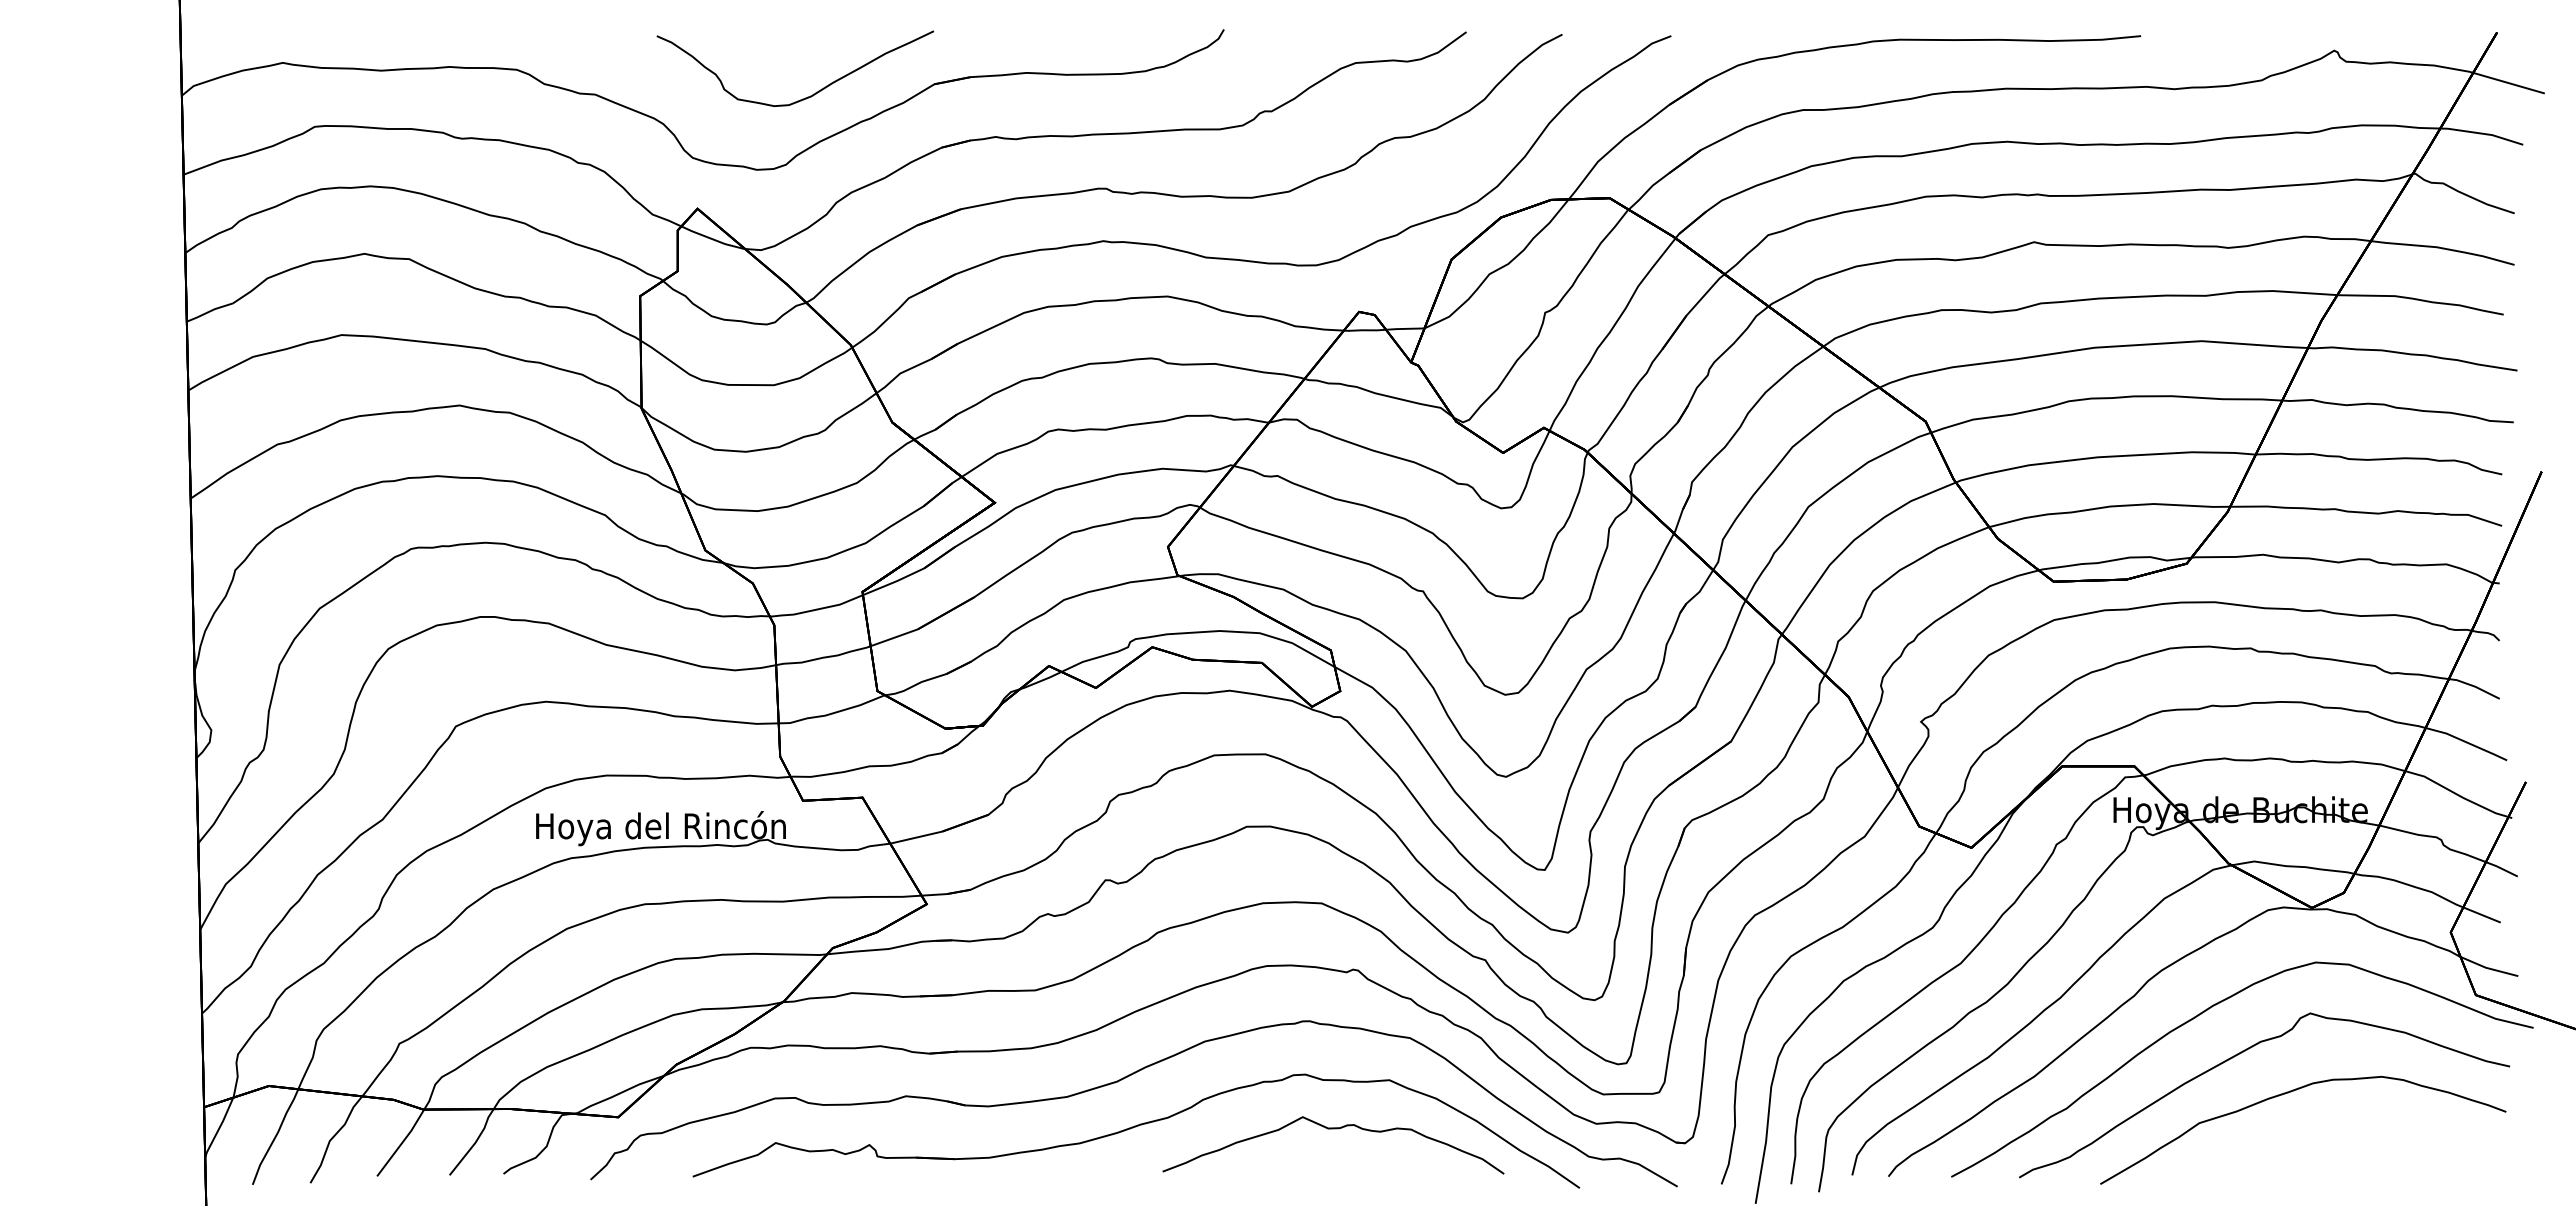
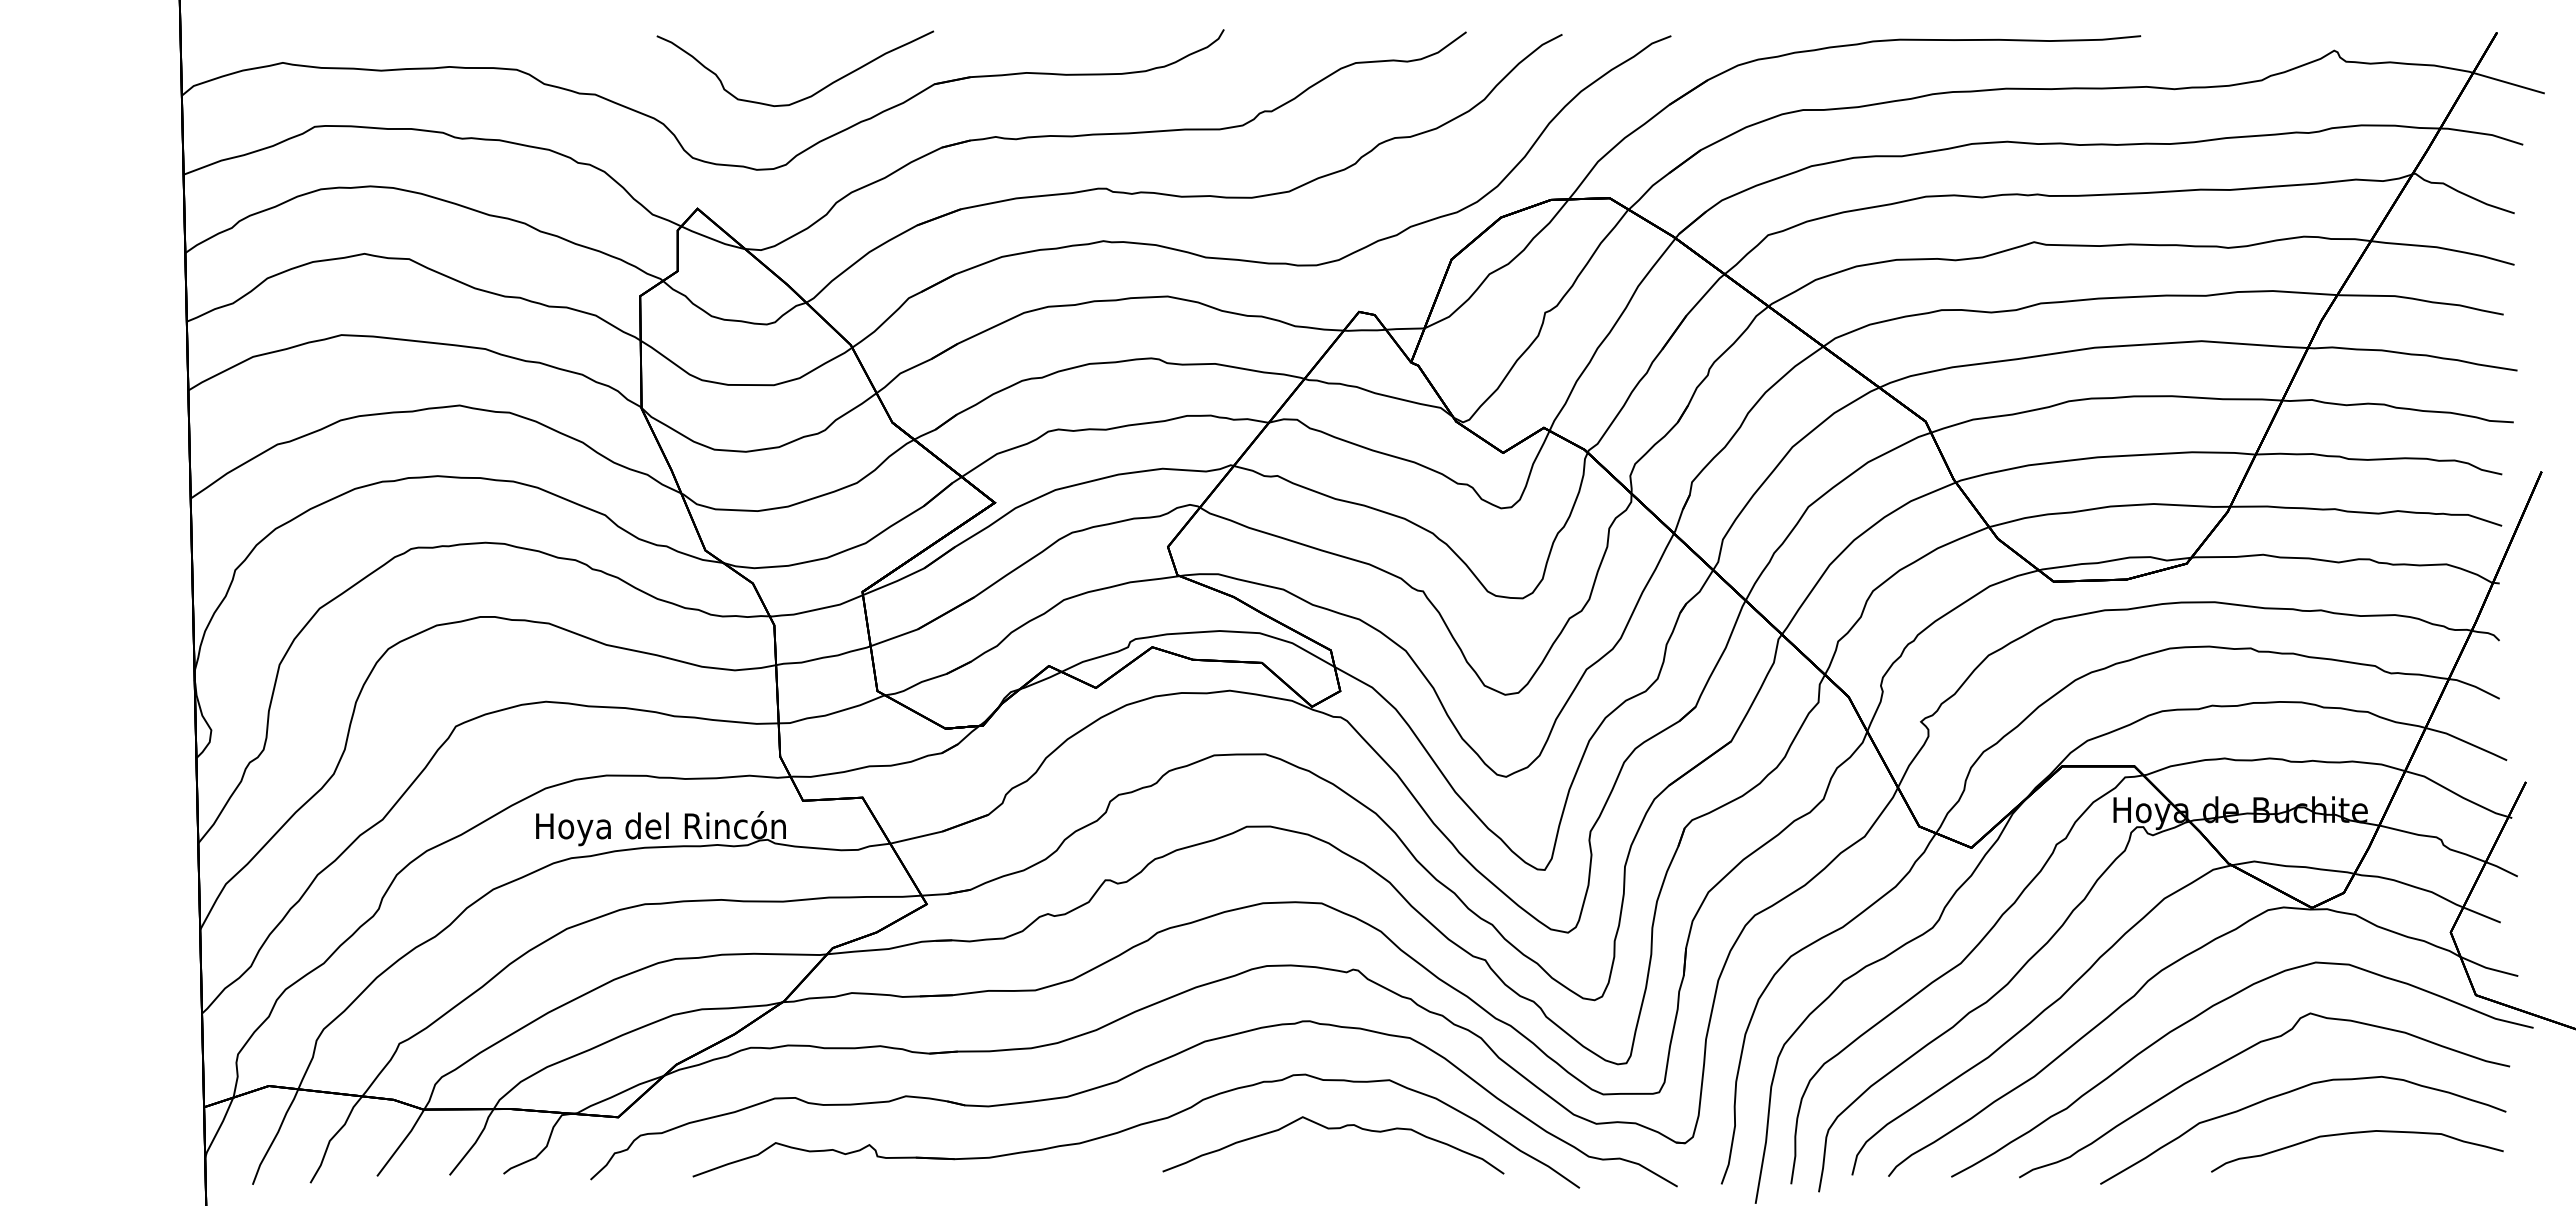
curve at (2357, 1133): none -> present
